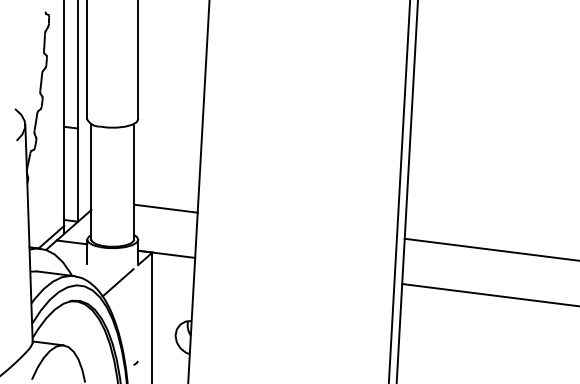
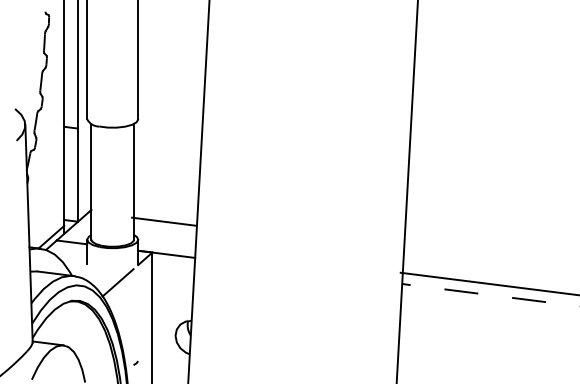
line at (399, 191): present -> none
line at (165, 208) position: (165, 208) -> (163, 221)
line at (490, 249) position: (490, 249) -> (488, 283)
line at (490, 295): solid -> dashed
